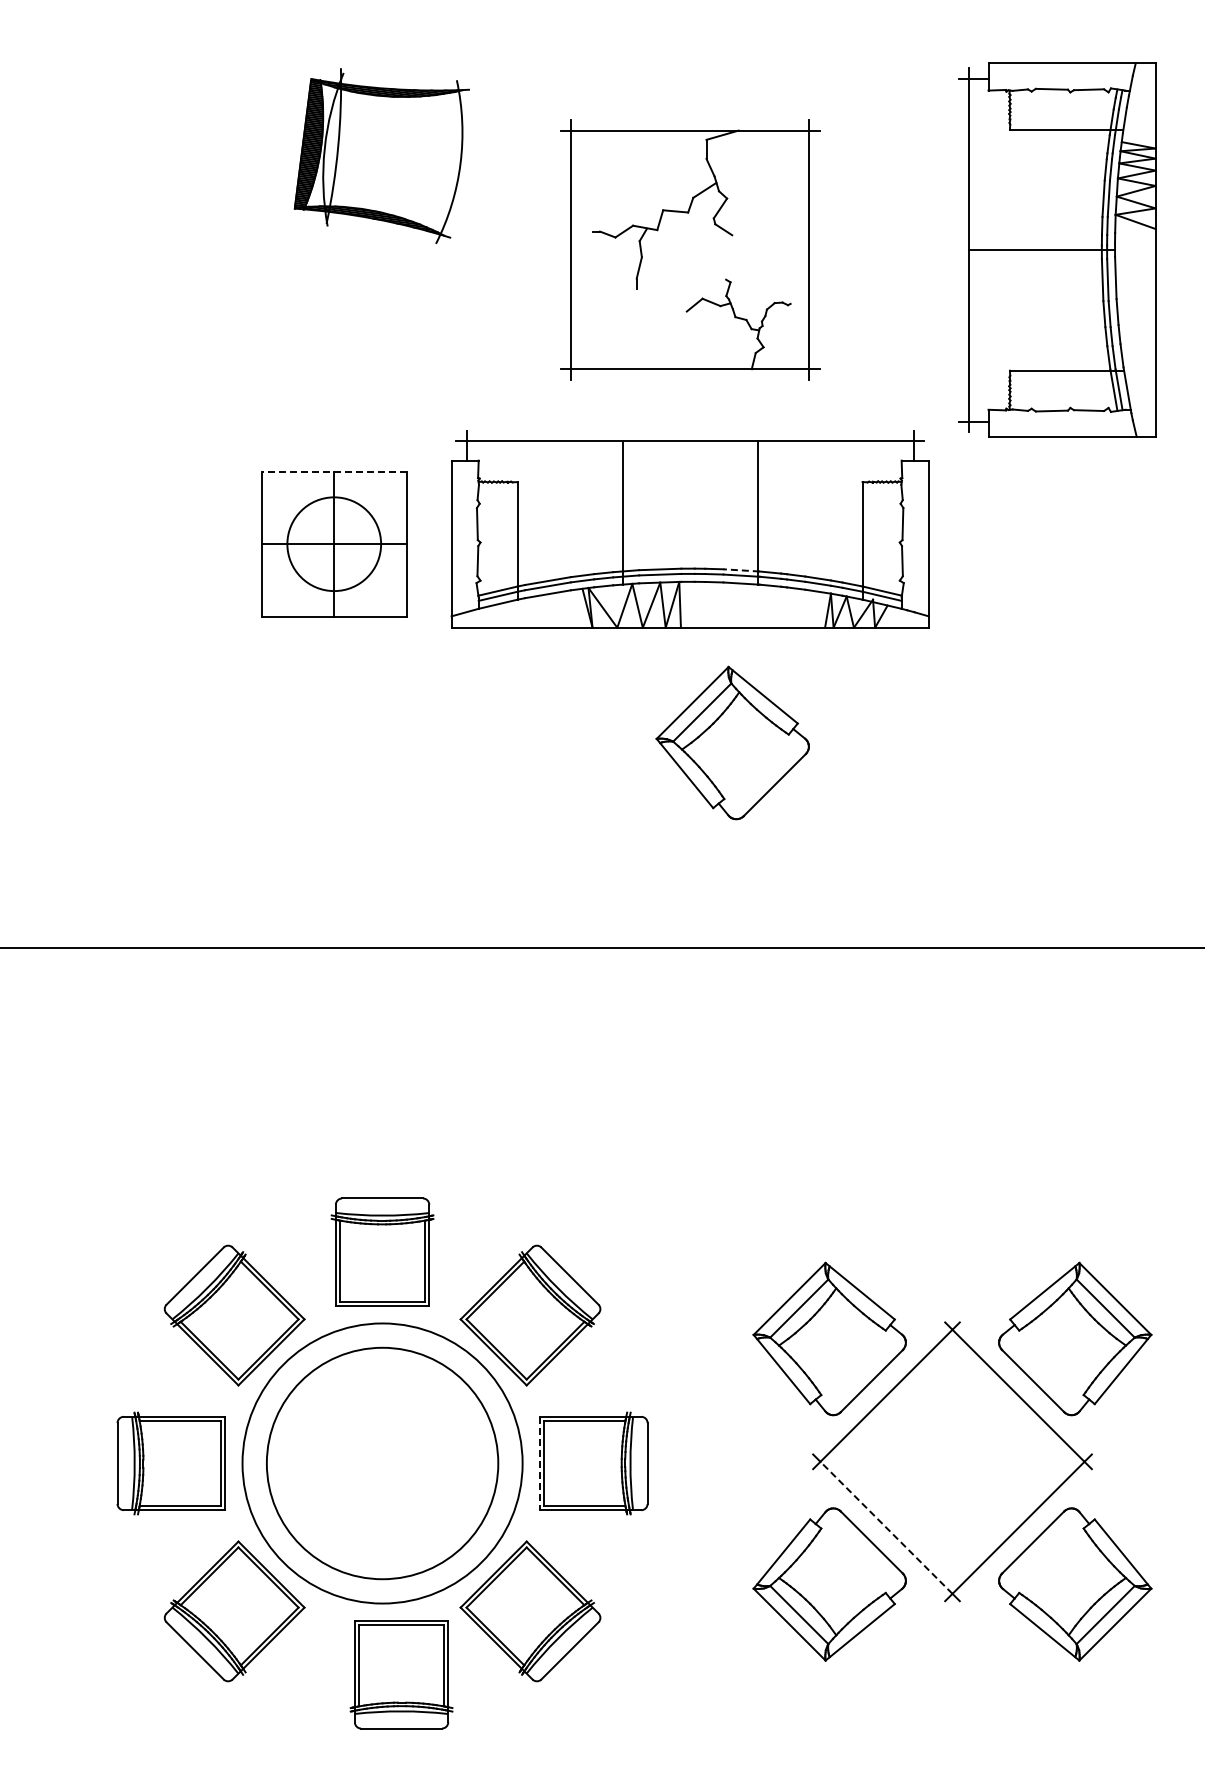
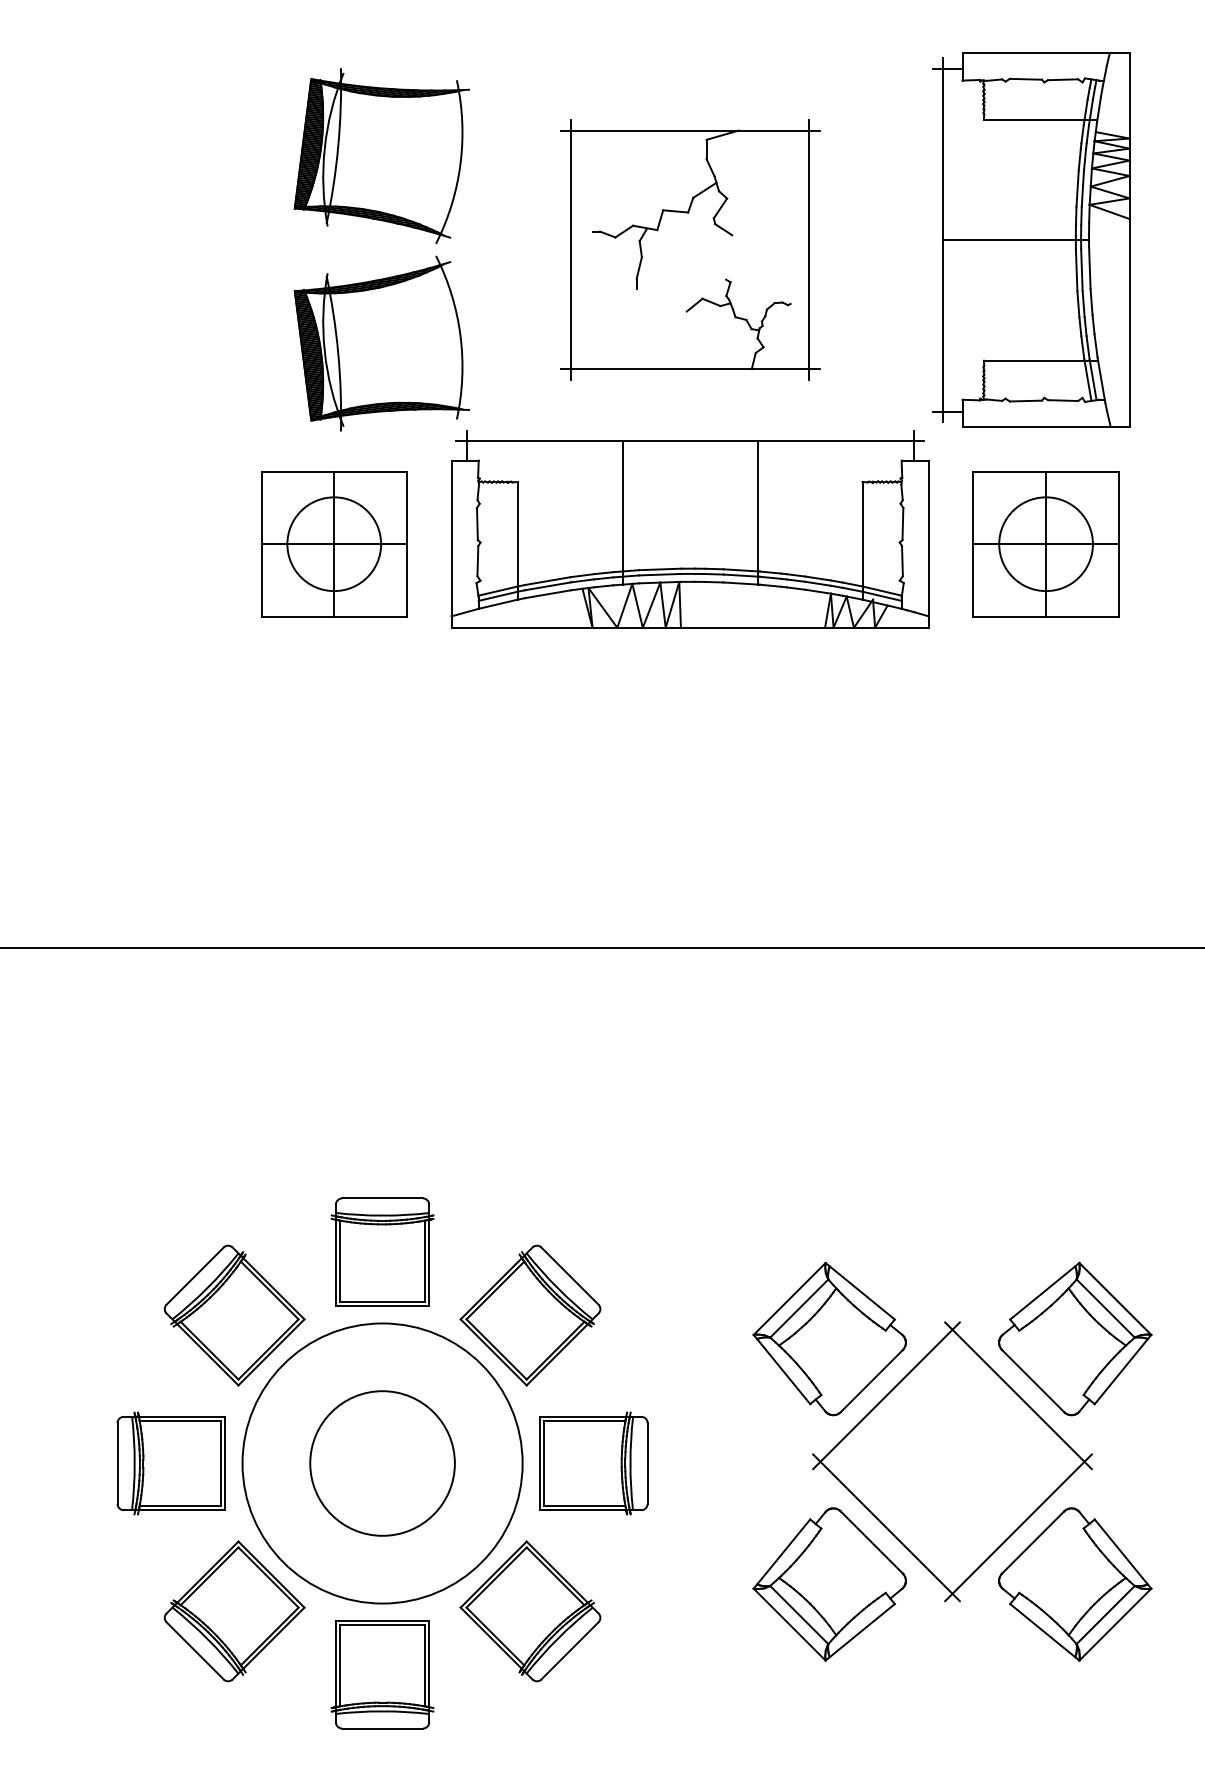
part at (1057, 249) position: (1057, 249) -> (1031, 239)
part at (381, 343): none -> present
line at (334, 471): dashed -> solid
part at (1045, 544): none -> present
line at (741, 570): dashed -> solid
part at (732, 742): present -> none
circle at (382, 1463) diameter: 231 px -> 145 px
line at (539, 1463): dashed -> solid
line at (886, 1527): dashed -> solid
part at (401, 1674) position: (401, 1674) -> (382, 1674)
